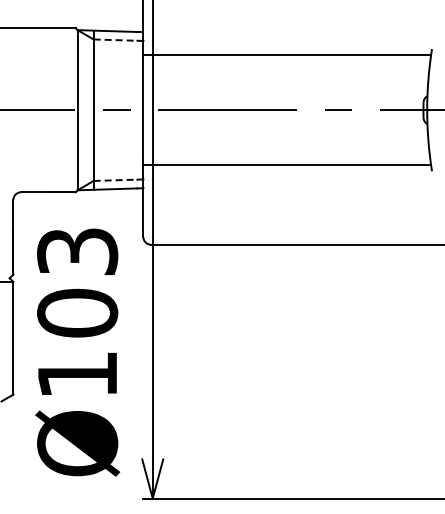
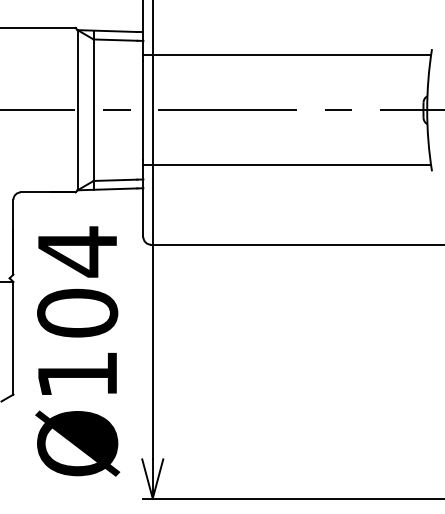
line at (115, 40): dashed -> solid
line at (115, 180): dashed -> solid
text at (77, 251): Ø103 -> Ø104
